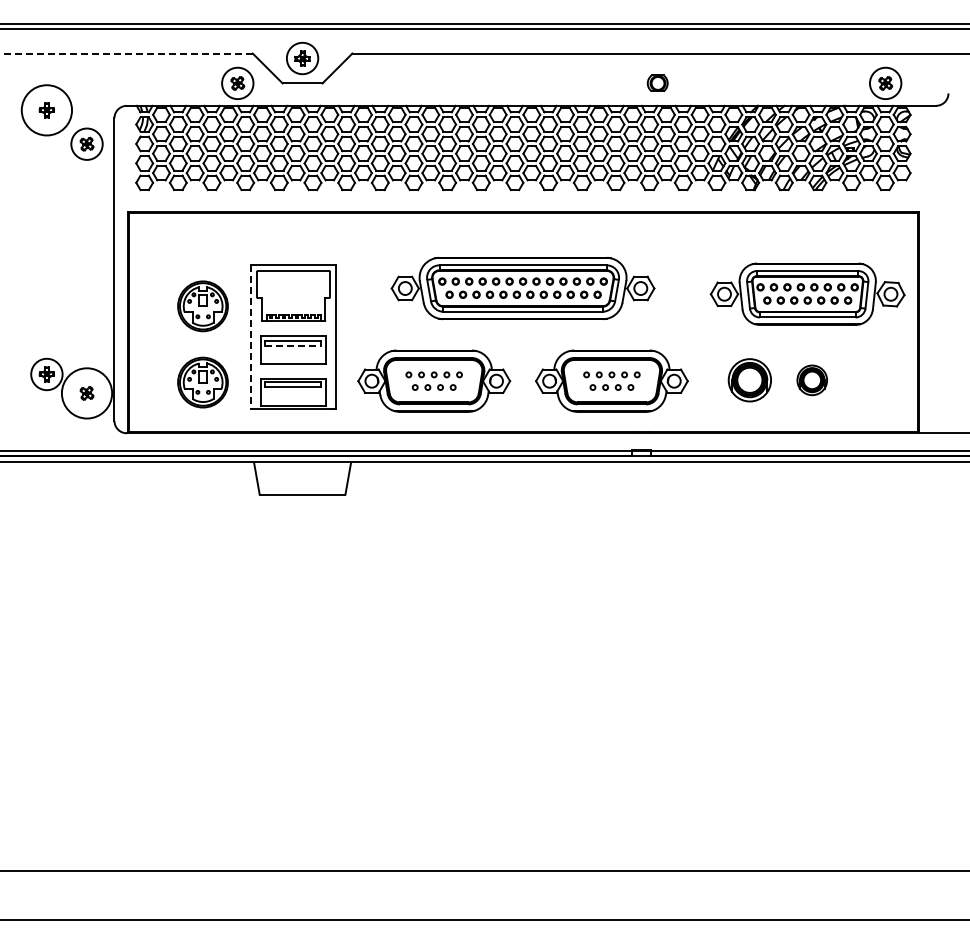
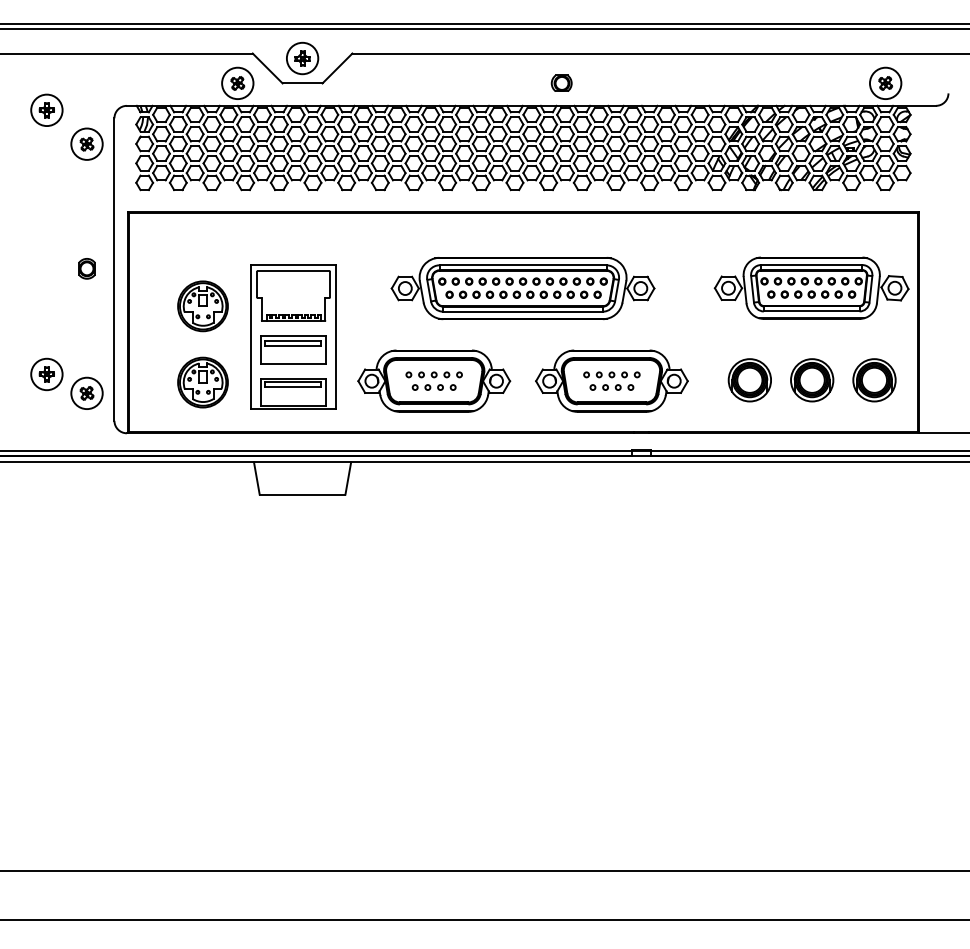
line at (126, 53): dashed -> solid
part at (657, 82) position: (657, 82) -> (561, 82)
circle at (46, 110) diameter: 50 px -> 31 px
part at (86, 268): none -> present
part at (807, 293) position: (807, 293) -> (811, 287)
line at (251, 337): dashed -> solid
line at (292, 346): dashed -> solid
part at (811, 380) size: 32x33 px -> 45x45 px
part at (874, 380): none -> present
circle at (86, 393) diameter: 50 px -> 31 px
